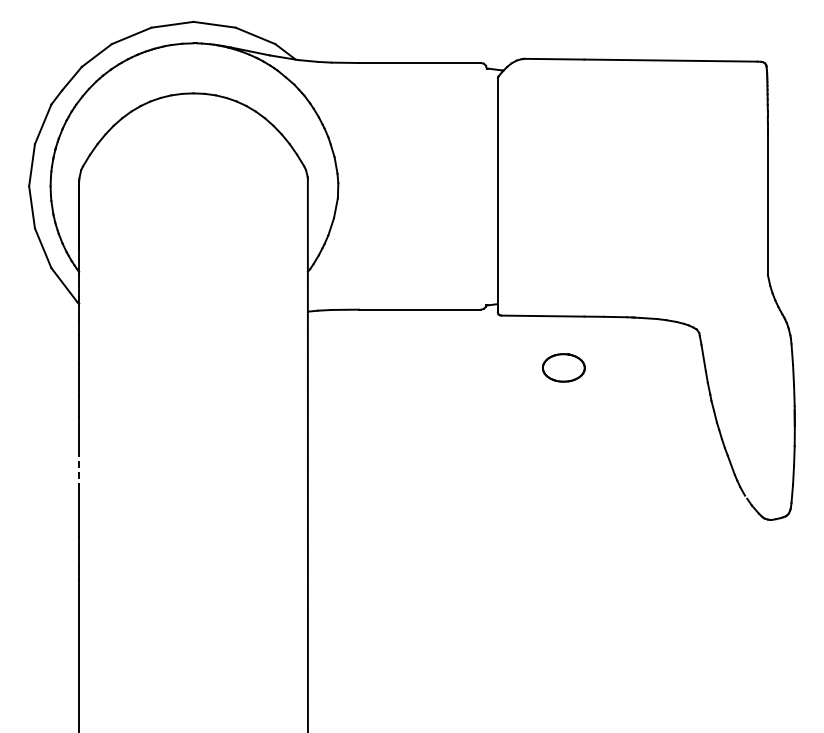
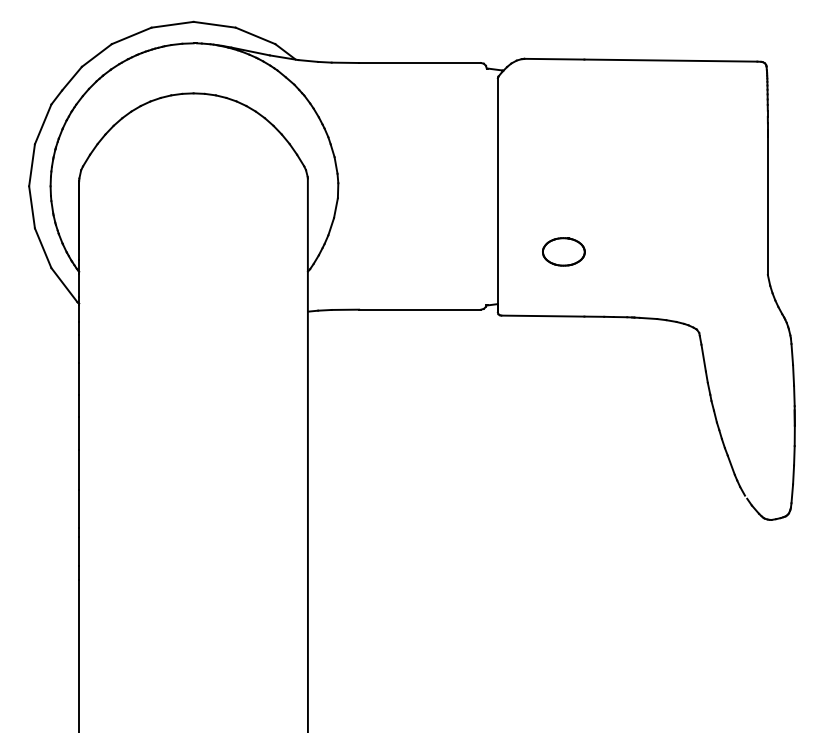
part at (563, 367) position: (563, 367) -> (563, 251)
line at (79, 469): dashed -> solid
